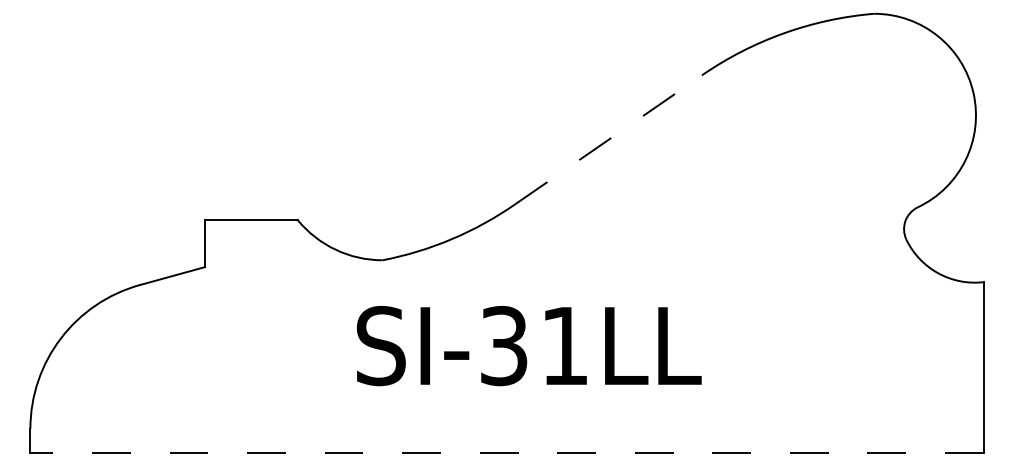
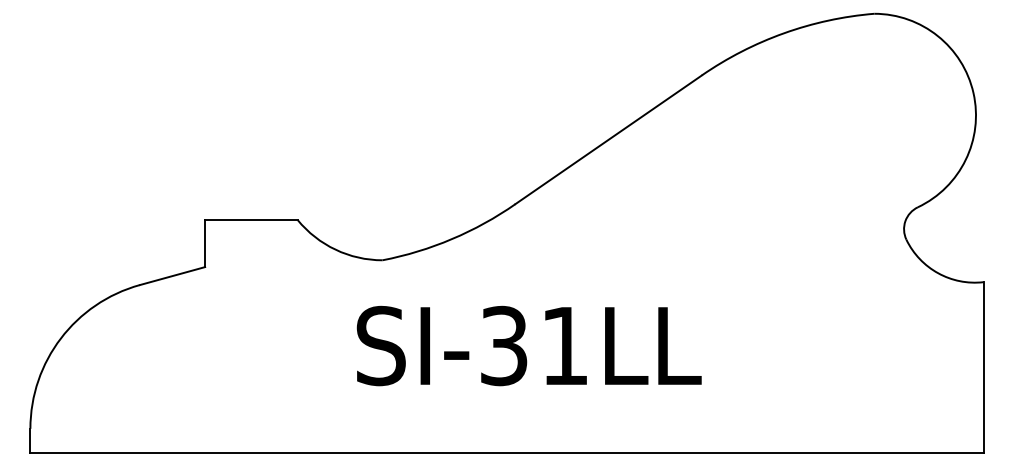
line at (609, 139): dashed -> solid
line at (507, 453): dashed -> solid
